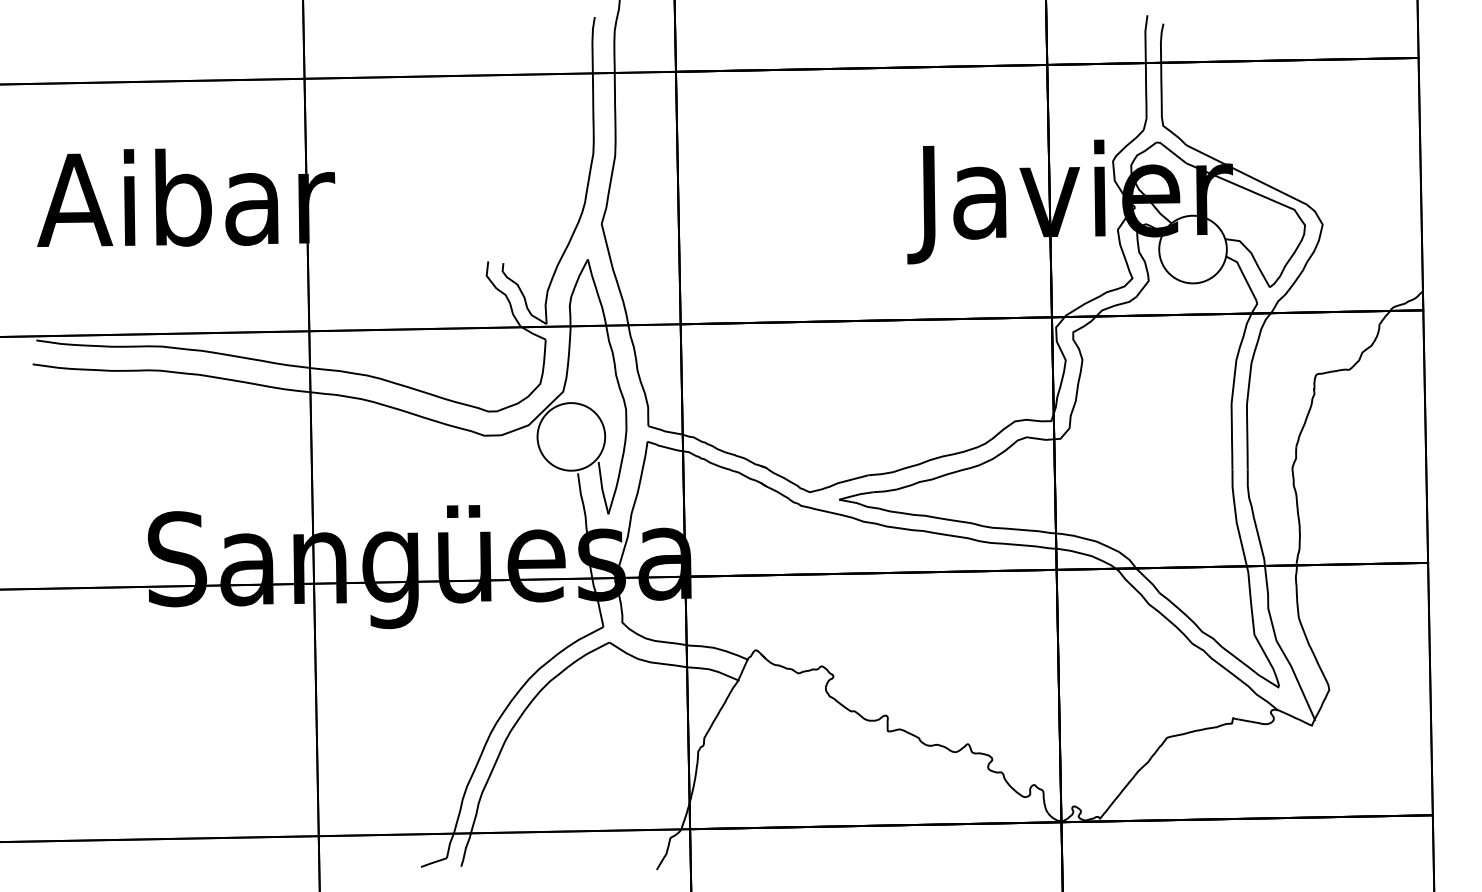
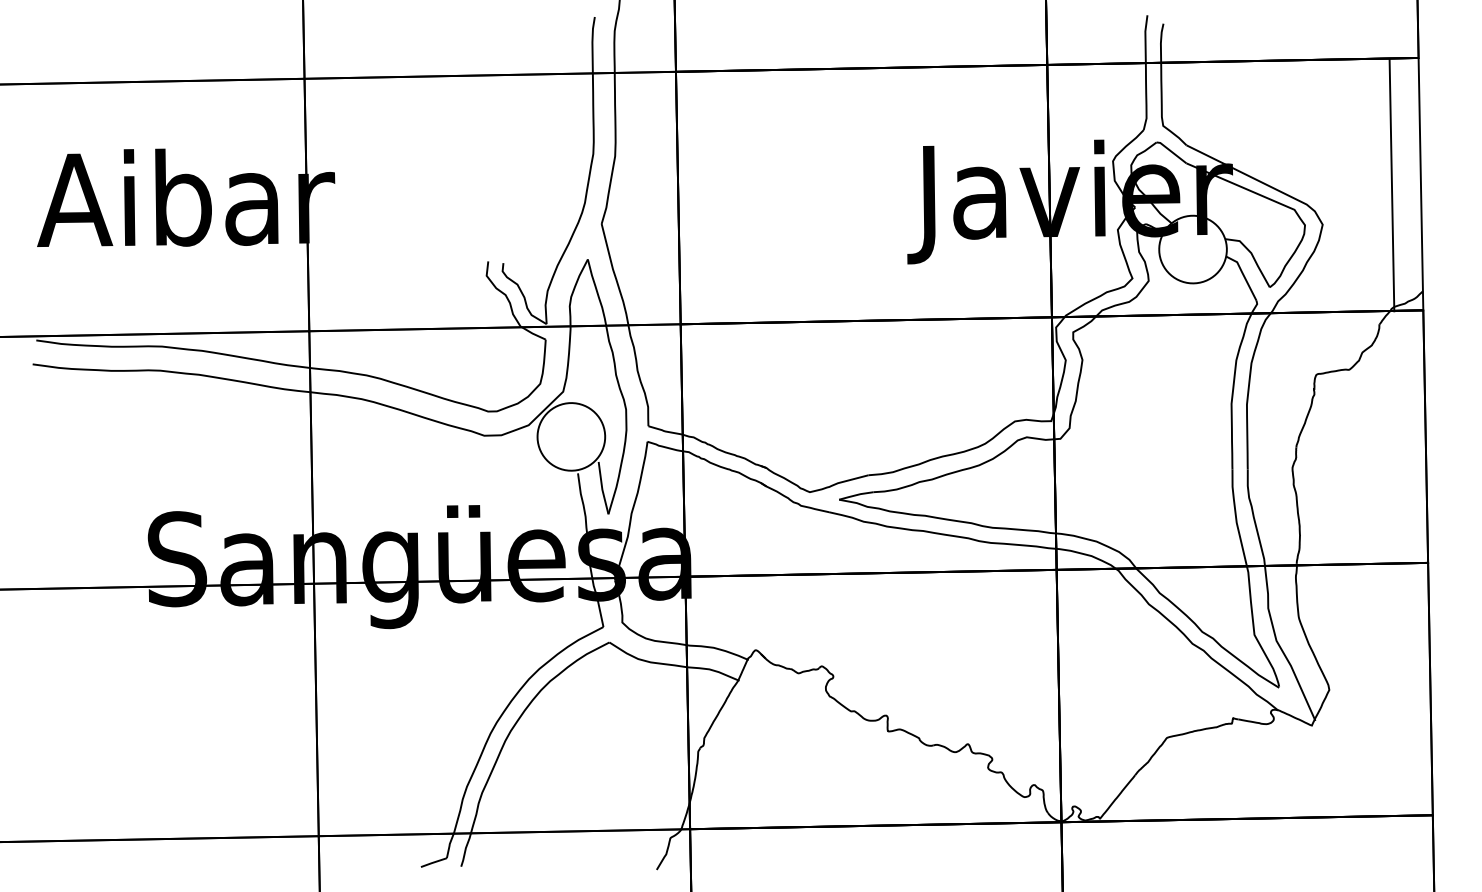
line at (1420, 183) position: (1420, 183) -> (1391, 184)
